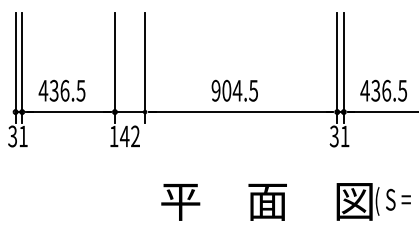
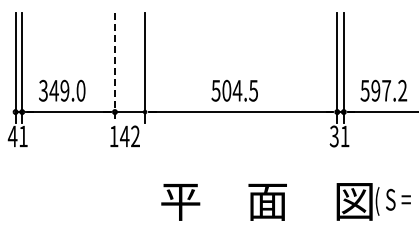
line at (114, 67): solid -> dashed
text at (61, 90): 436.5 -> 349.0
text at (215, 90): 904.5 -> 504.5
text at (383, 90): 436.5 -> 597.2
text at (12, 136): 31 -> 41
